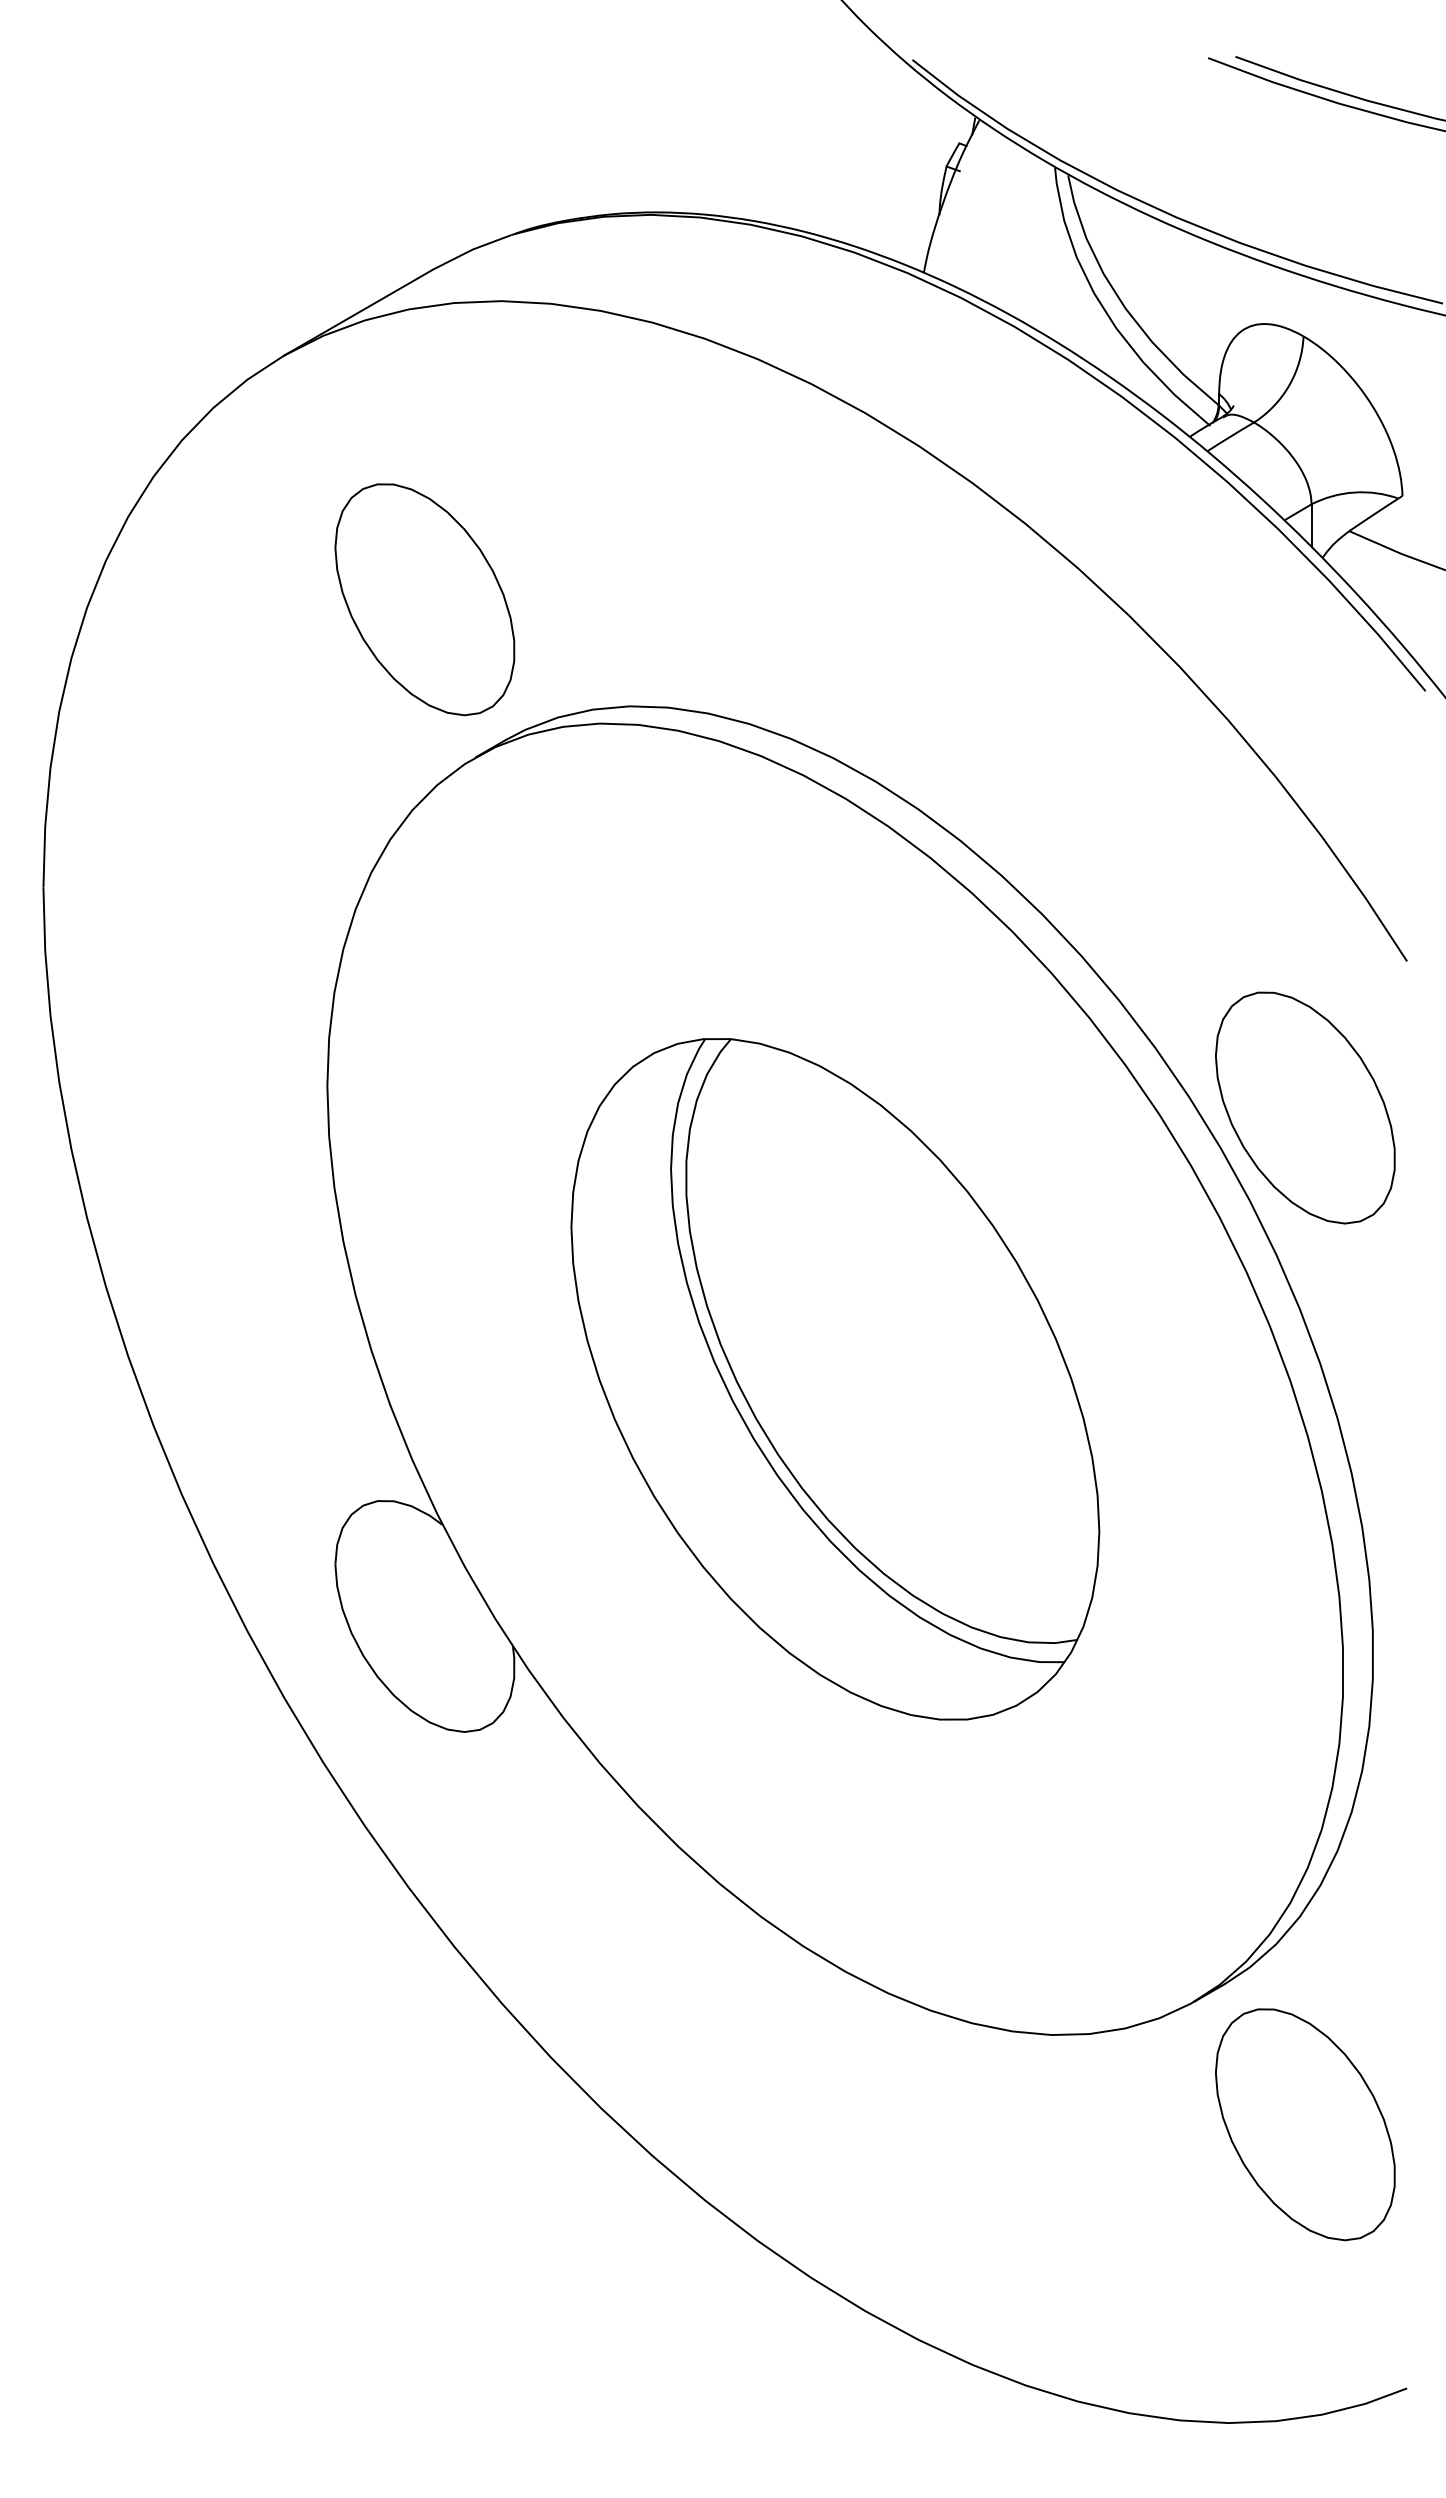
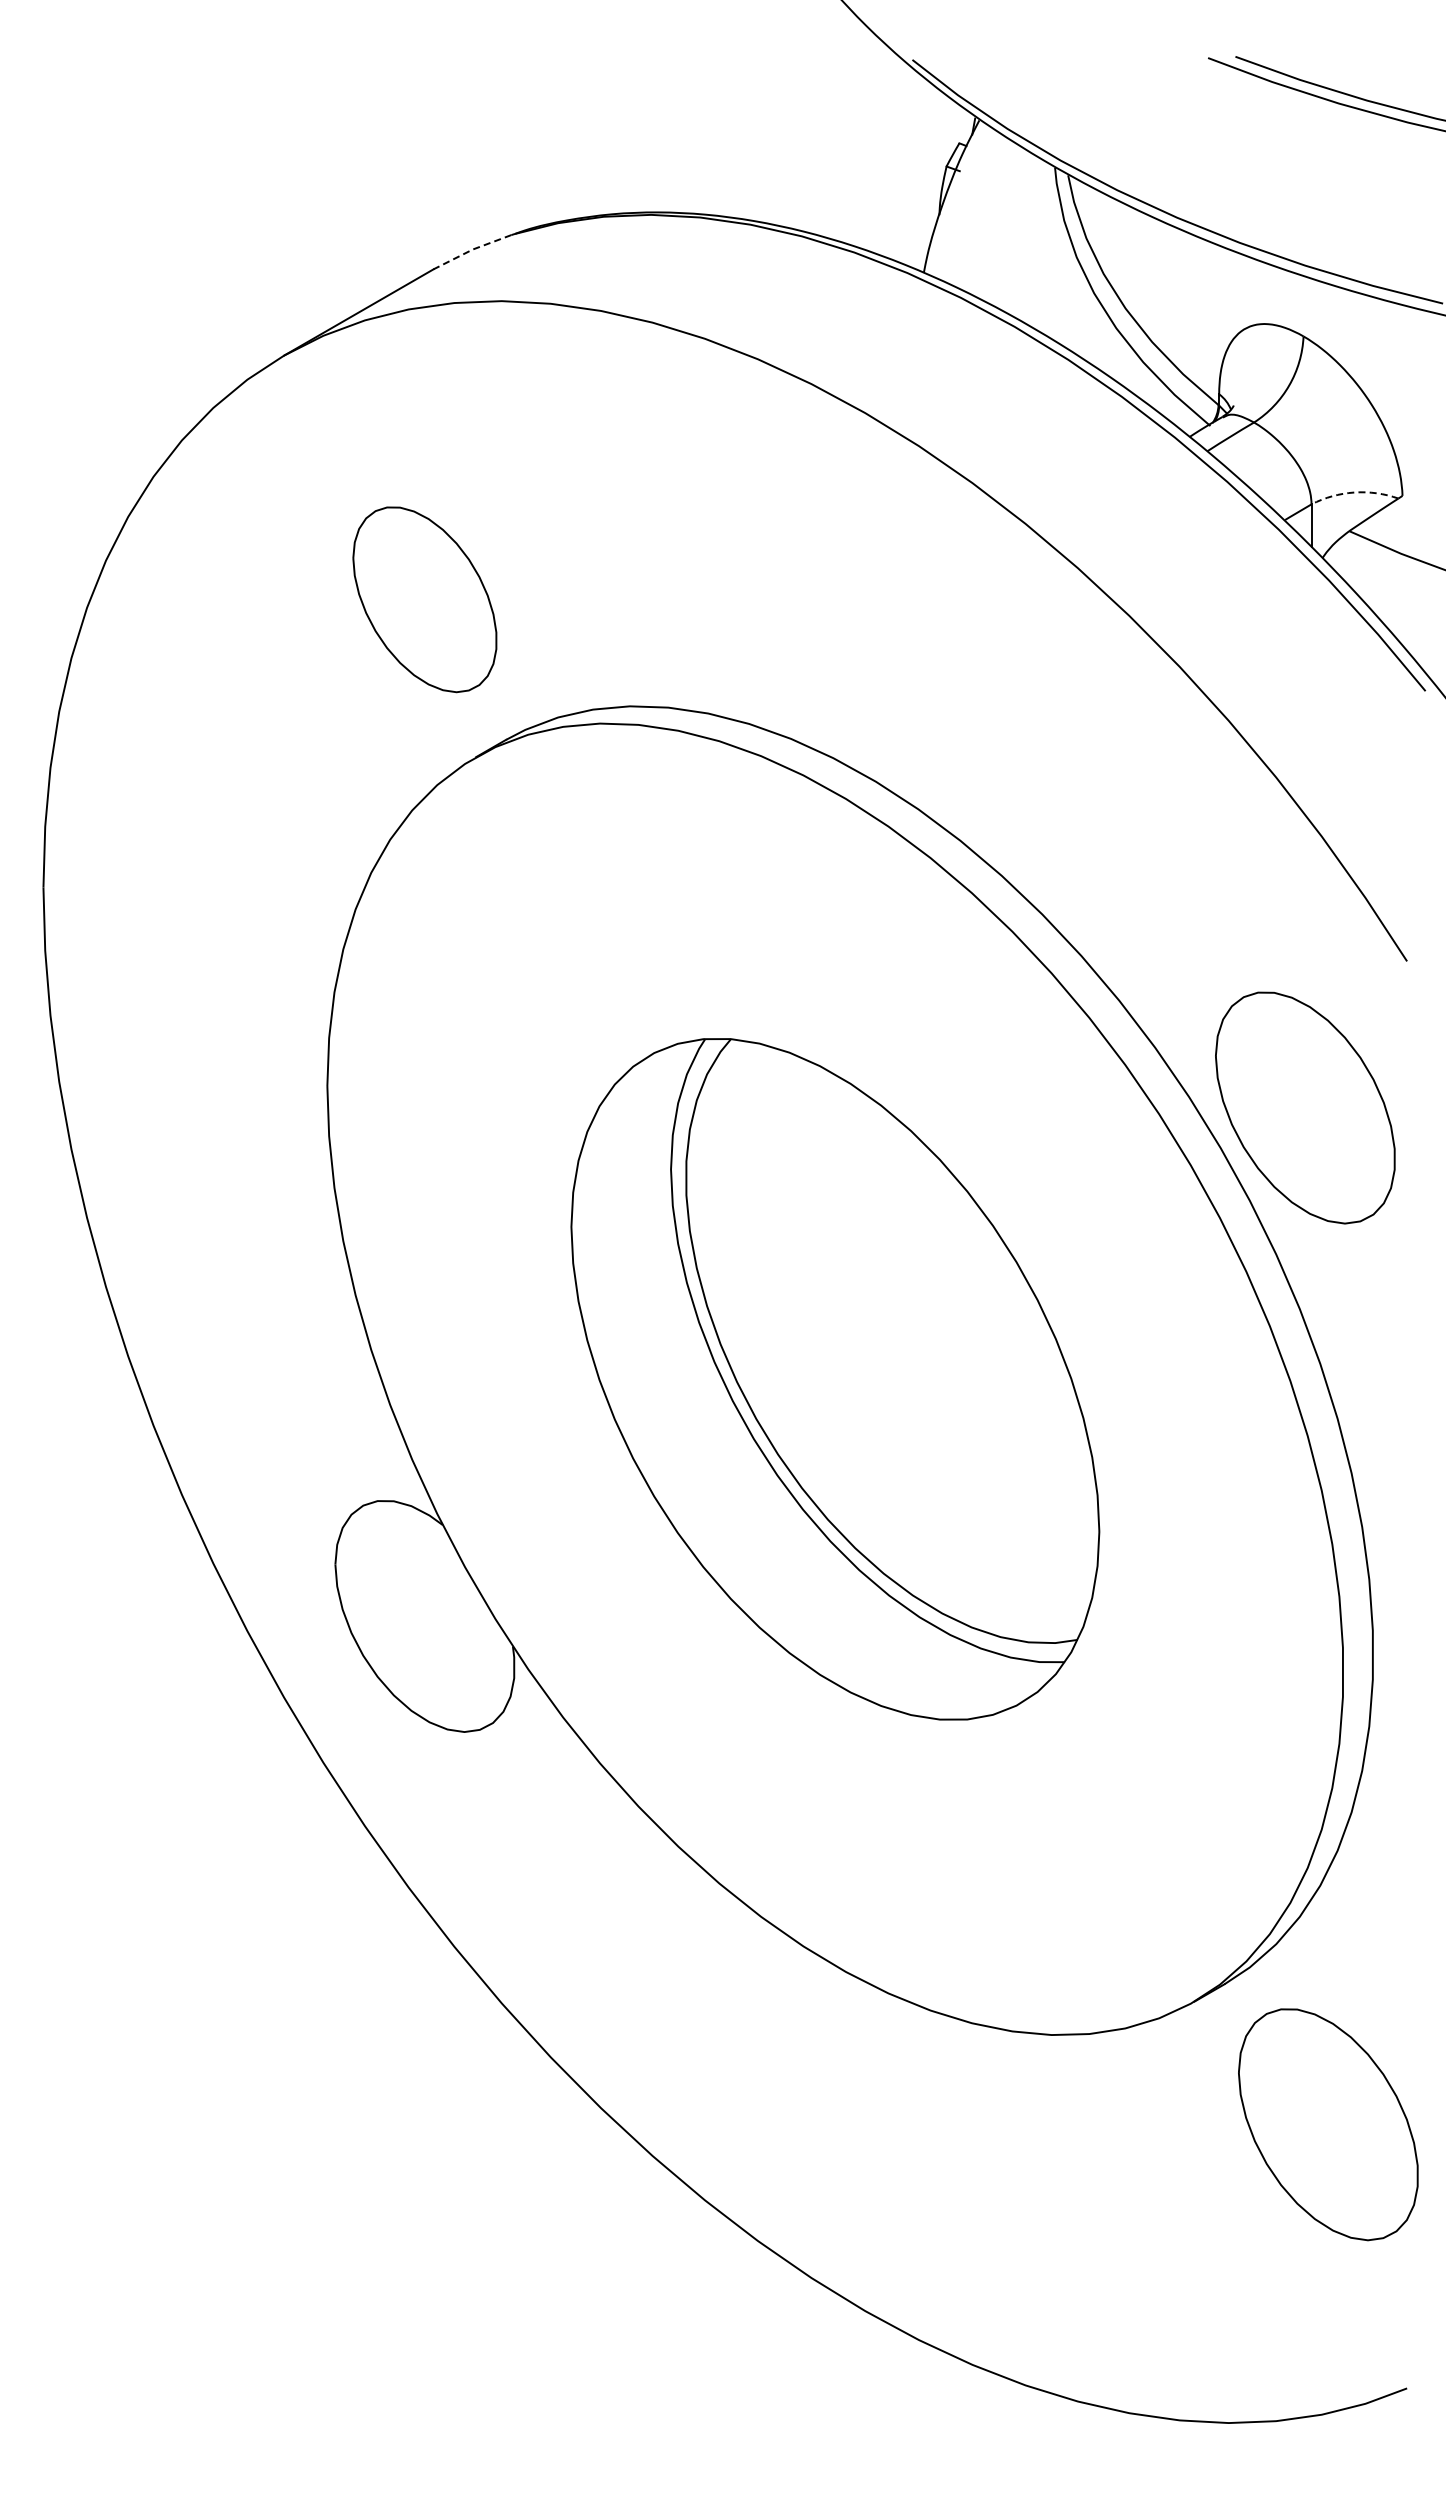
line at (471, 249): solid -> dashed
arc at (1354, 492): solid -> dashed
part at (424, 599) size: 182x234 px -> 146x188 px
part at (1305, 2124) position: (1305, 2124) -> (1328, 2124)
